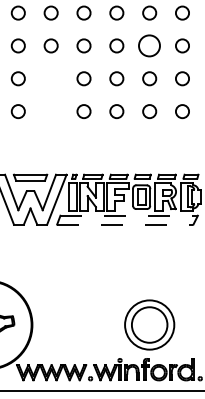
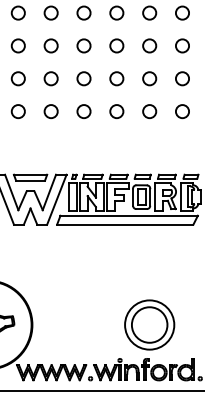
circle at (149, 45) size: 23x24 px -> 16x16 px
circle at (50, 78): none -> present
circle at (50, 111): none -> present
line at (129, 215): dashed -> solid
line at (125, 224): dashed -> solid
